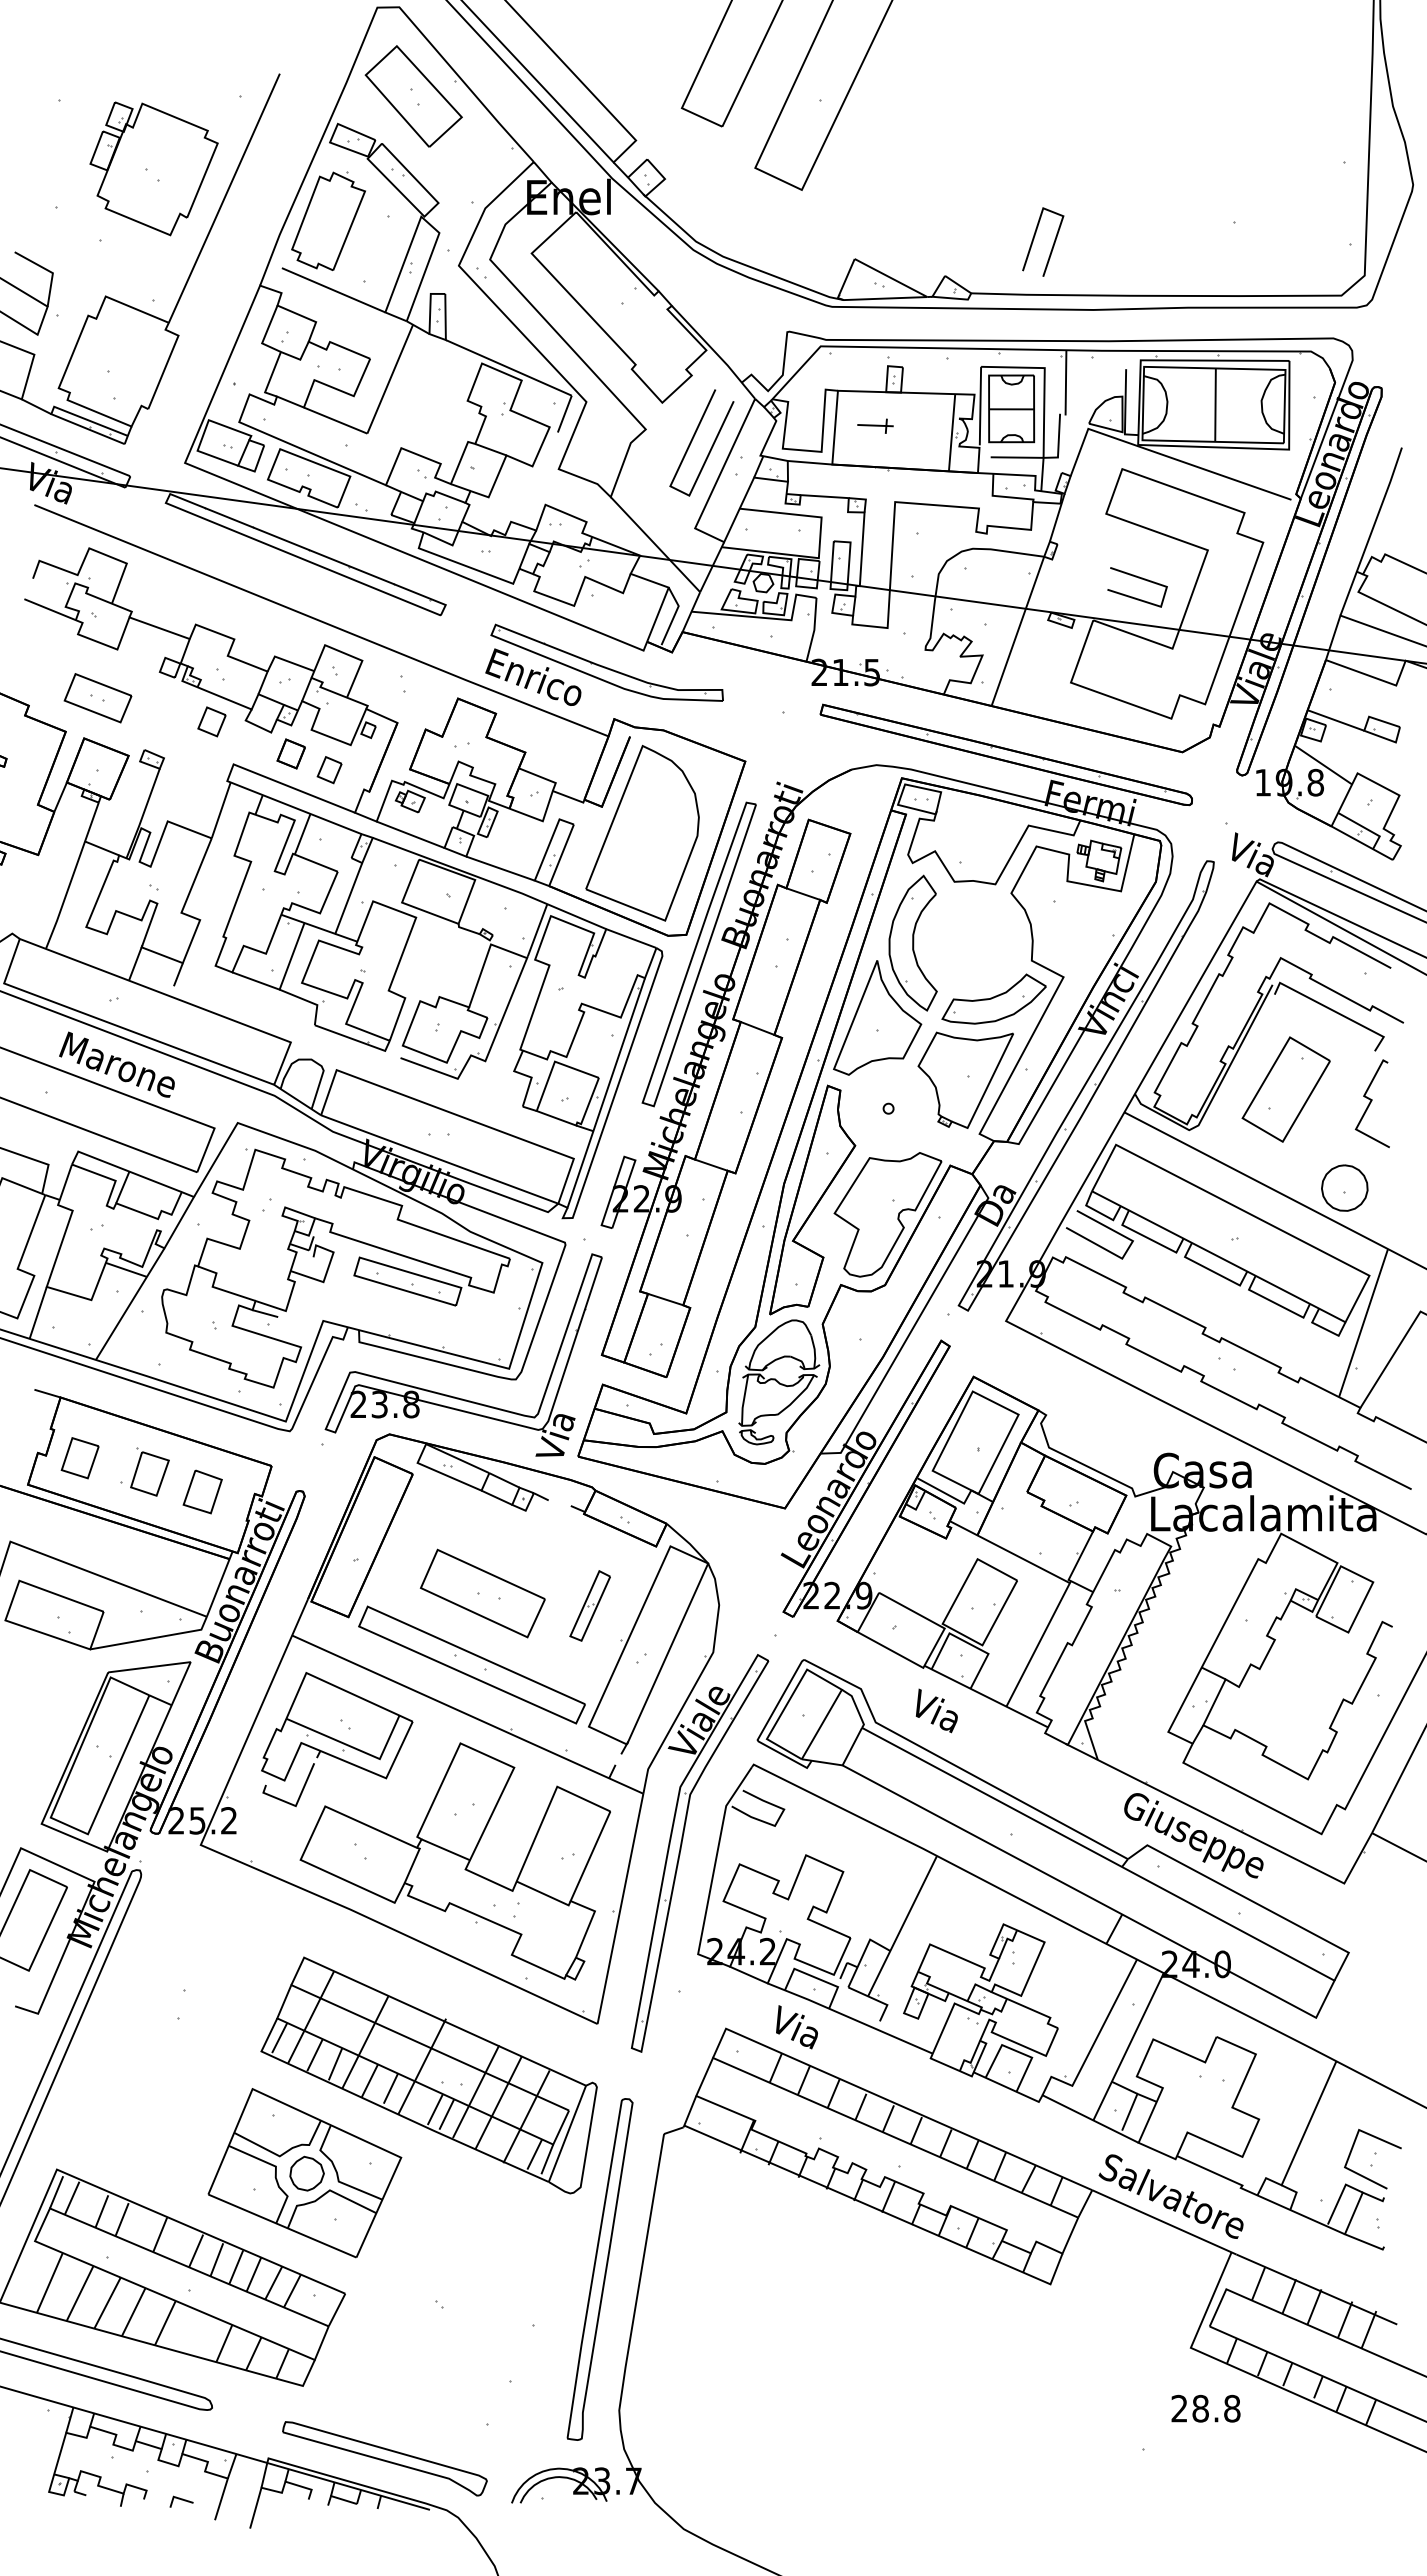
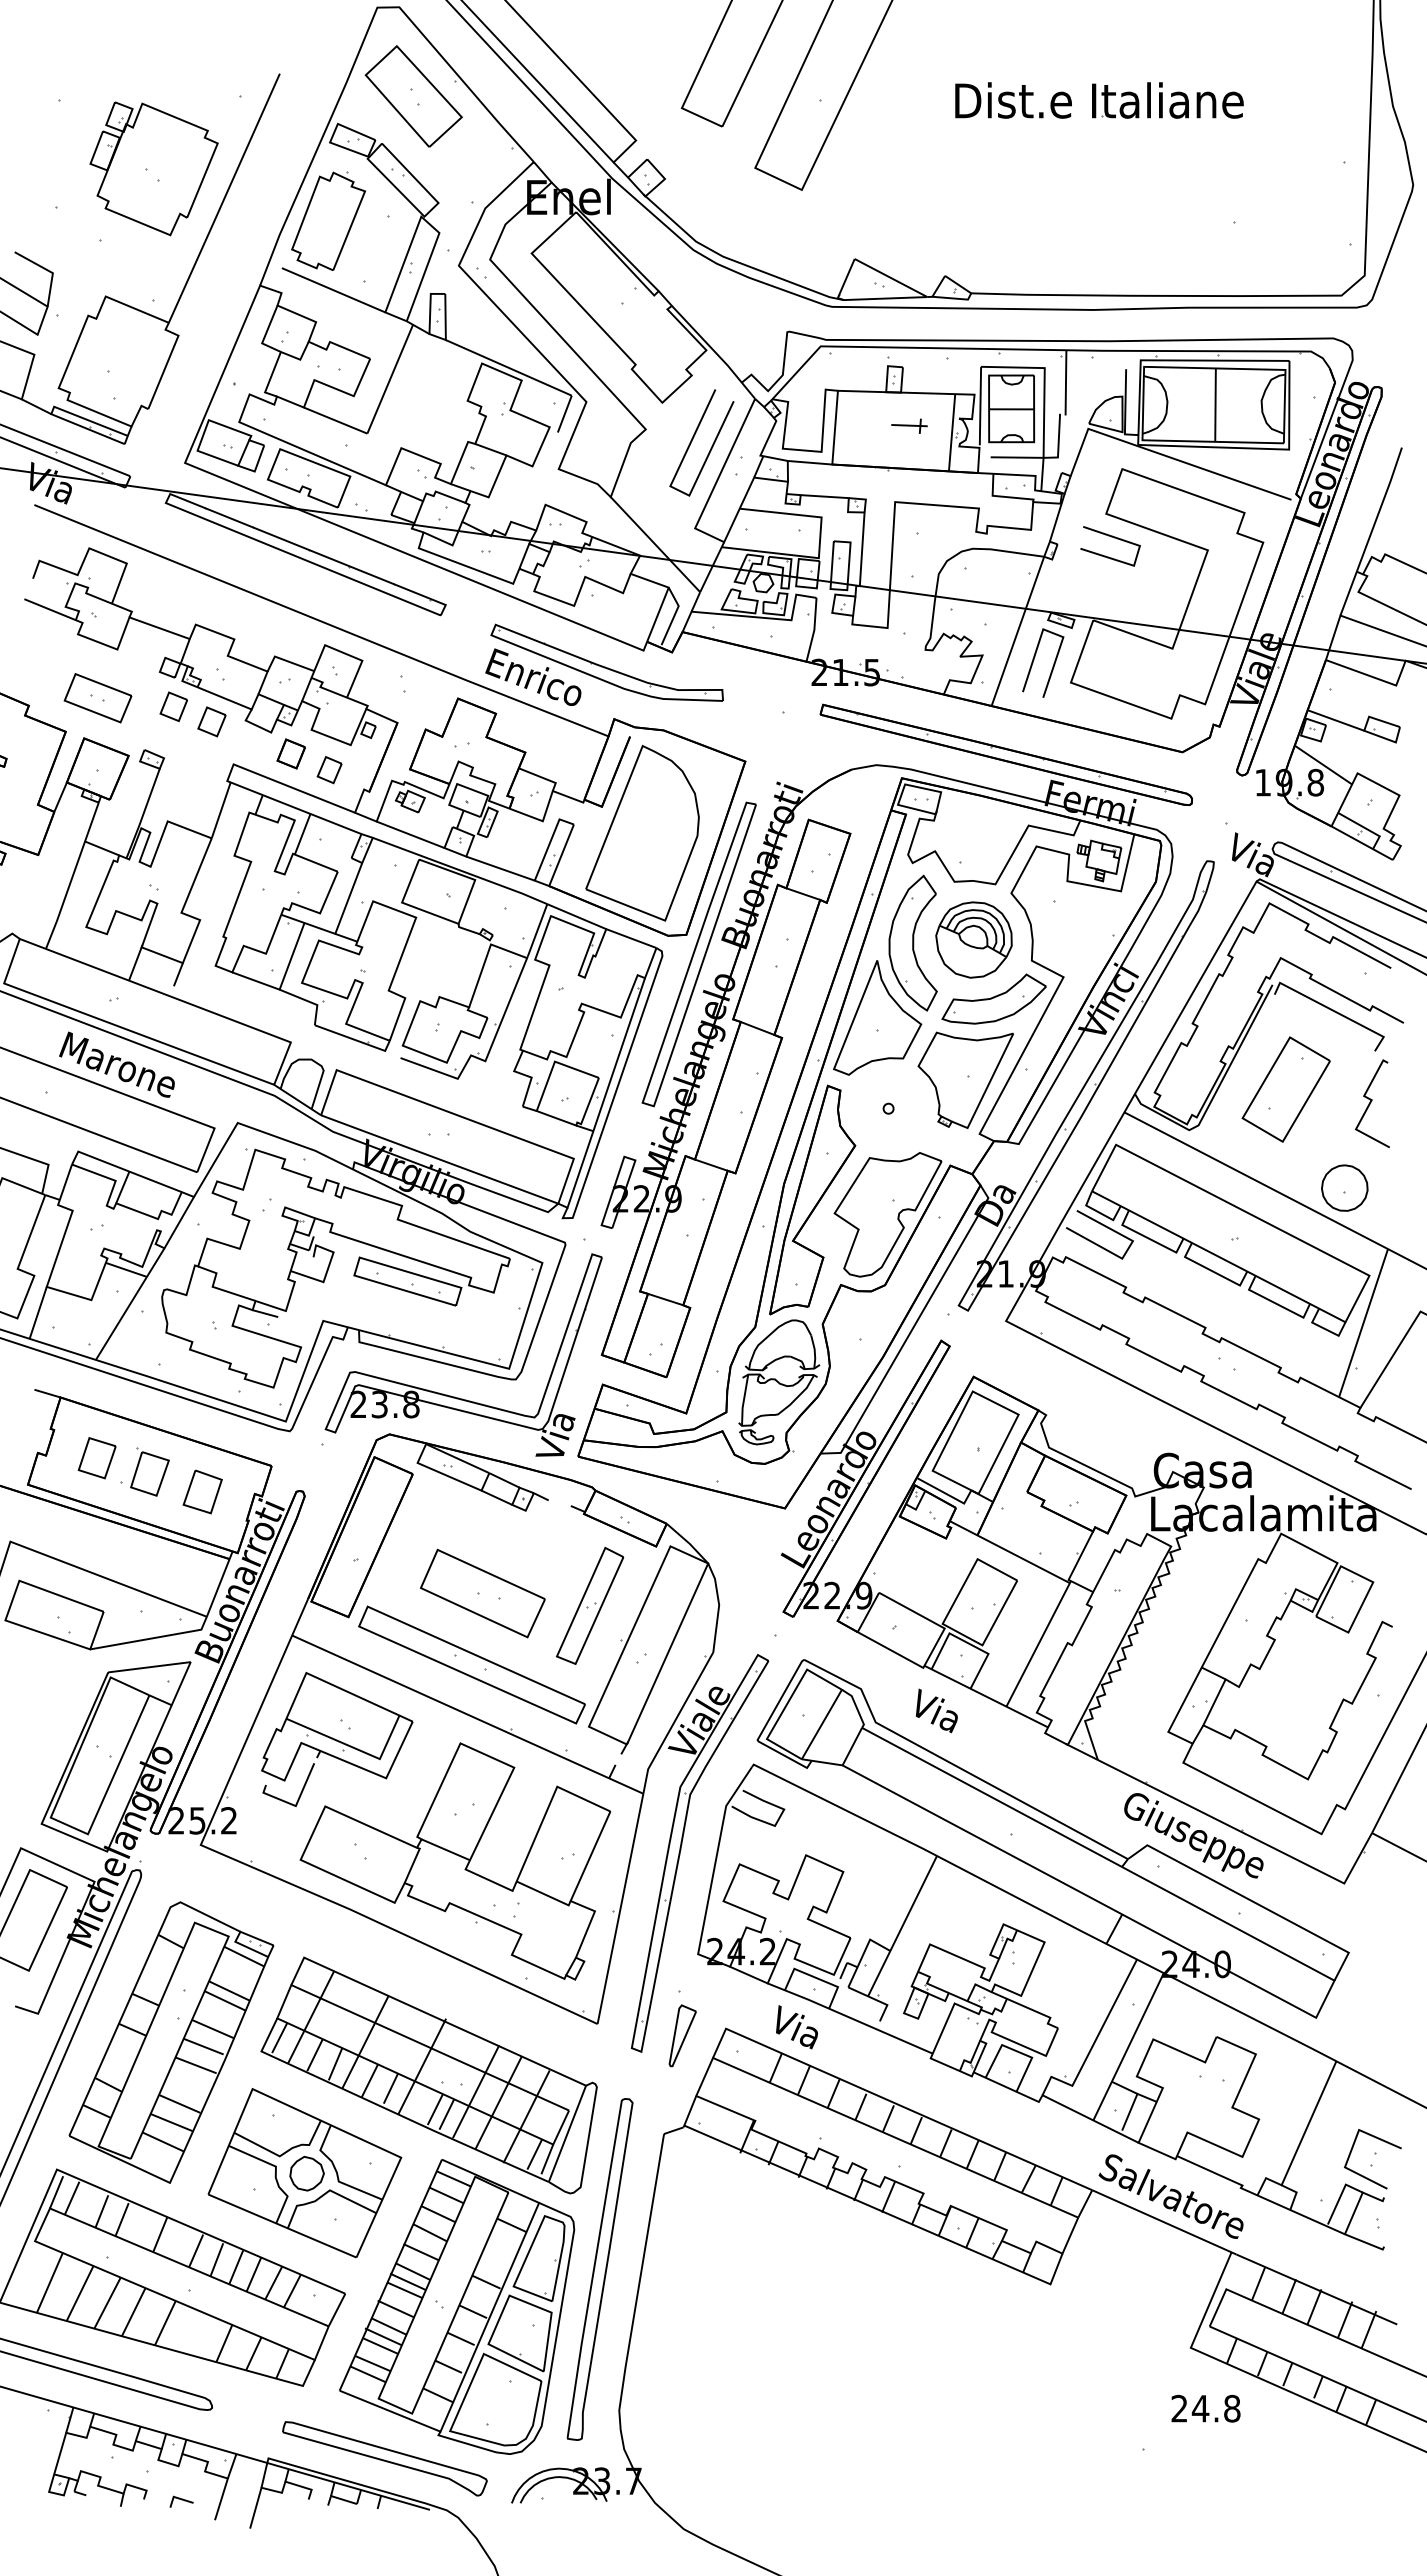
part at (1099, 100): none -> present
line at (1034, 239) position: (1034, 239) -> (1034, 660)
part at (875, 425) position: (875, 425) -> (909, 425)
line at (1141, 579) position: (1141, 579) -> (1114, 538)
part at (173, 706): none -> present
part at (973, 939): none -> present
part at (79, 1458) position: (79, 1458) -> (96, 1458)
part at (589, 1605) size: 42x72 px -> 69x118 px
part at (682, 2035): none -> present
part at (171, 2042): none -> present
part at (457, 2306): none -> present
text at (1200, 2408): 28.8 -> 24.8
